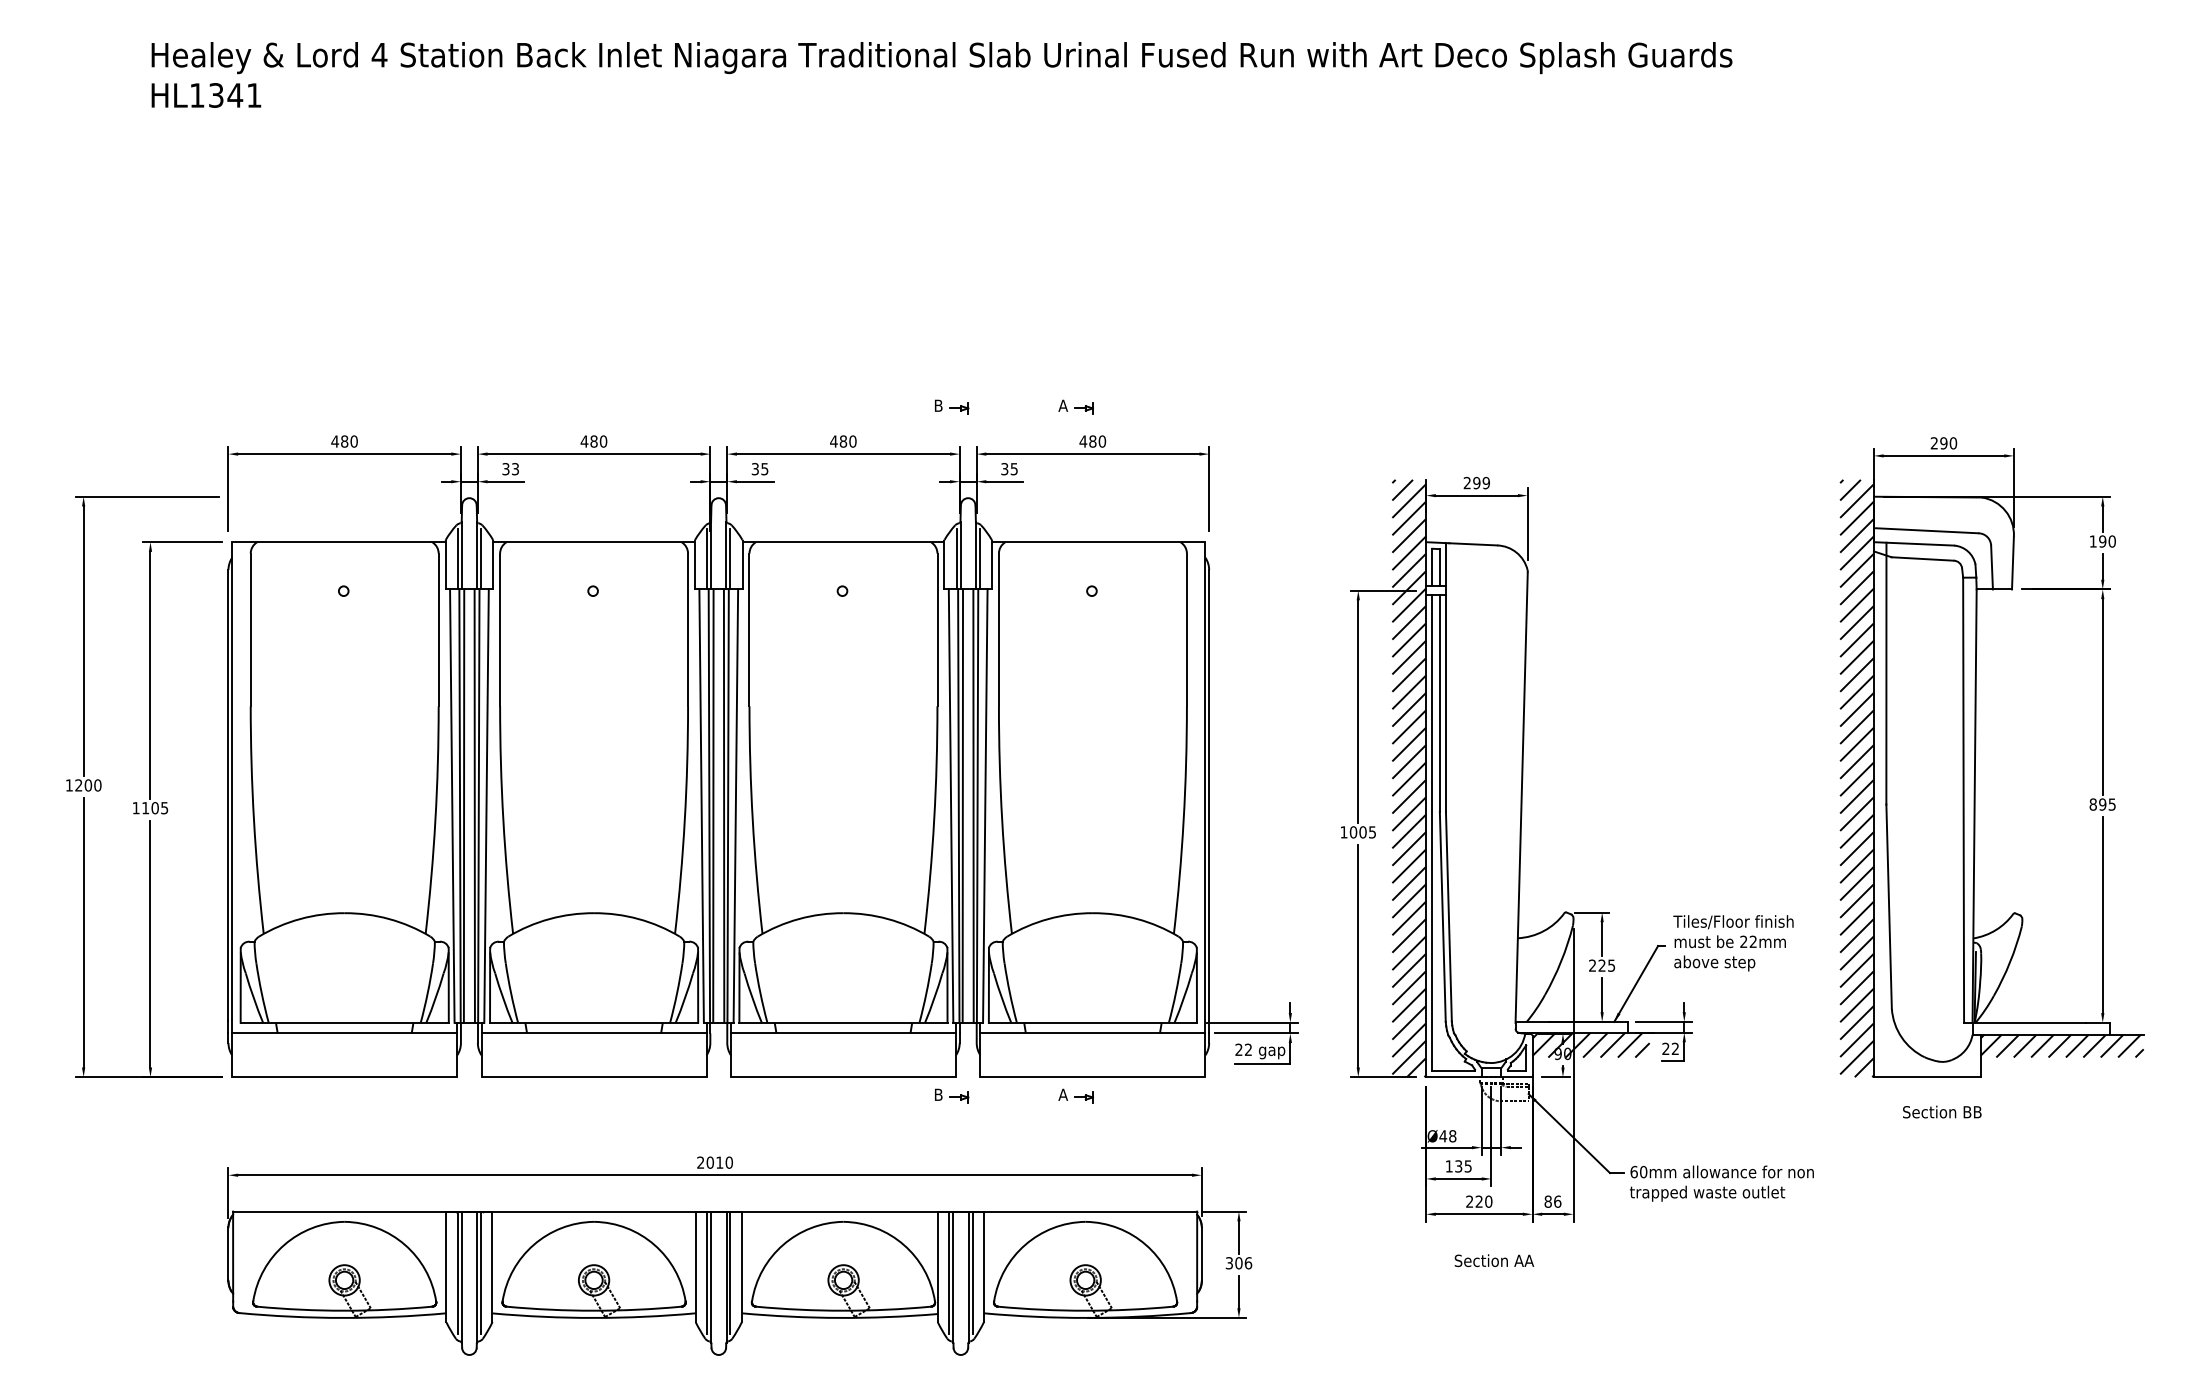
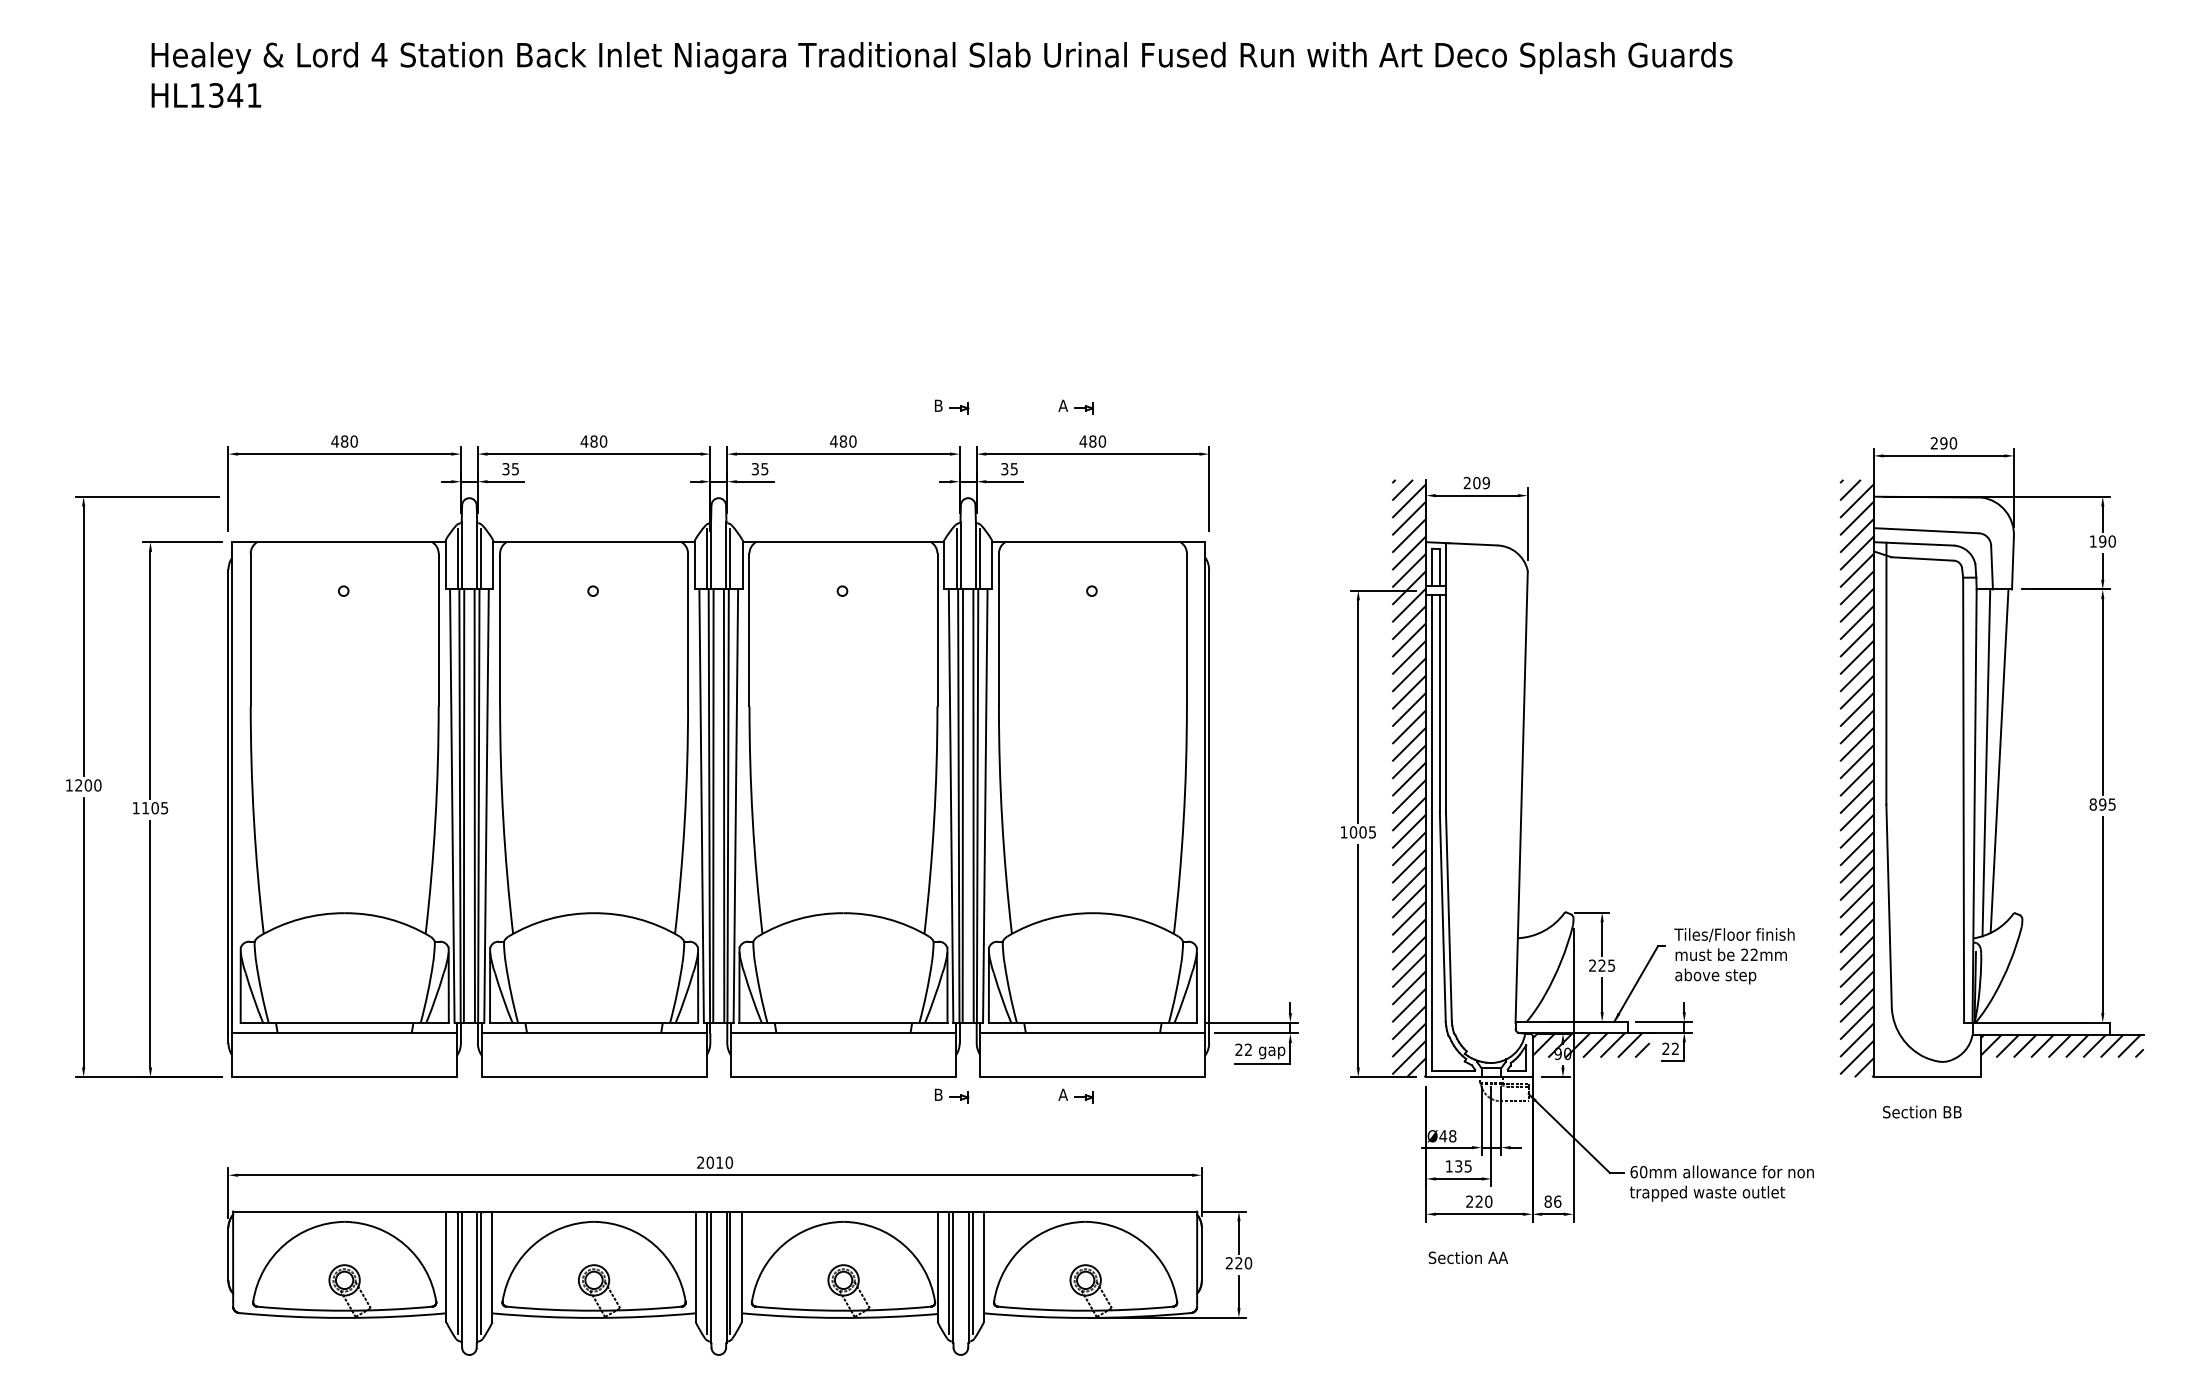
text at (515, 468): 33 -> 35
text at (1476, 483): 299 -> 209
line at (1999, 760): none -> present
line at (1986, 762): none -> present
text at (1733, 943) position: (1733, 943) -> (1734, 956)
text at (1942, 1111) position: (1942, 1111) -> (1922, 1111)
text at (1494, 1260) position: (1494, 1260) -> (1468, 1257)
text at (1238, 1263): 306 -> 220
